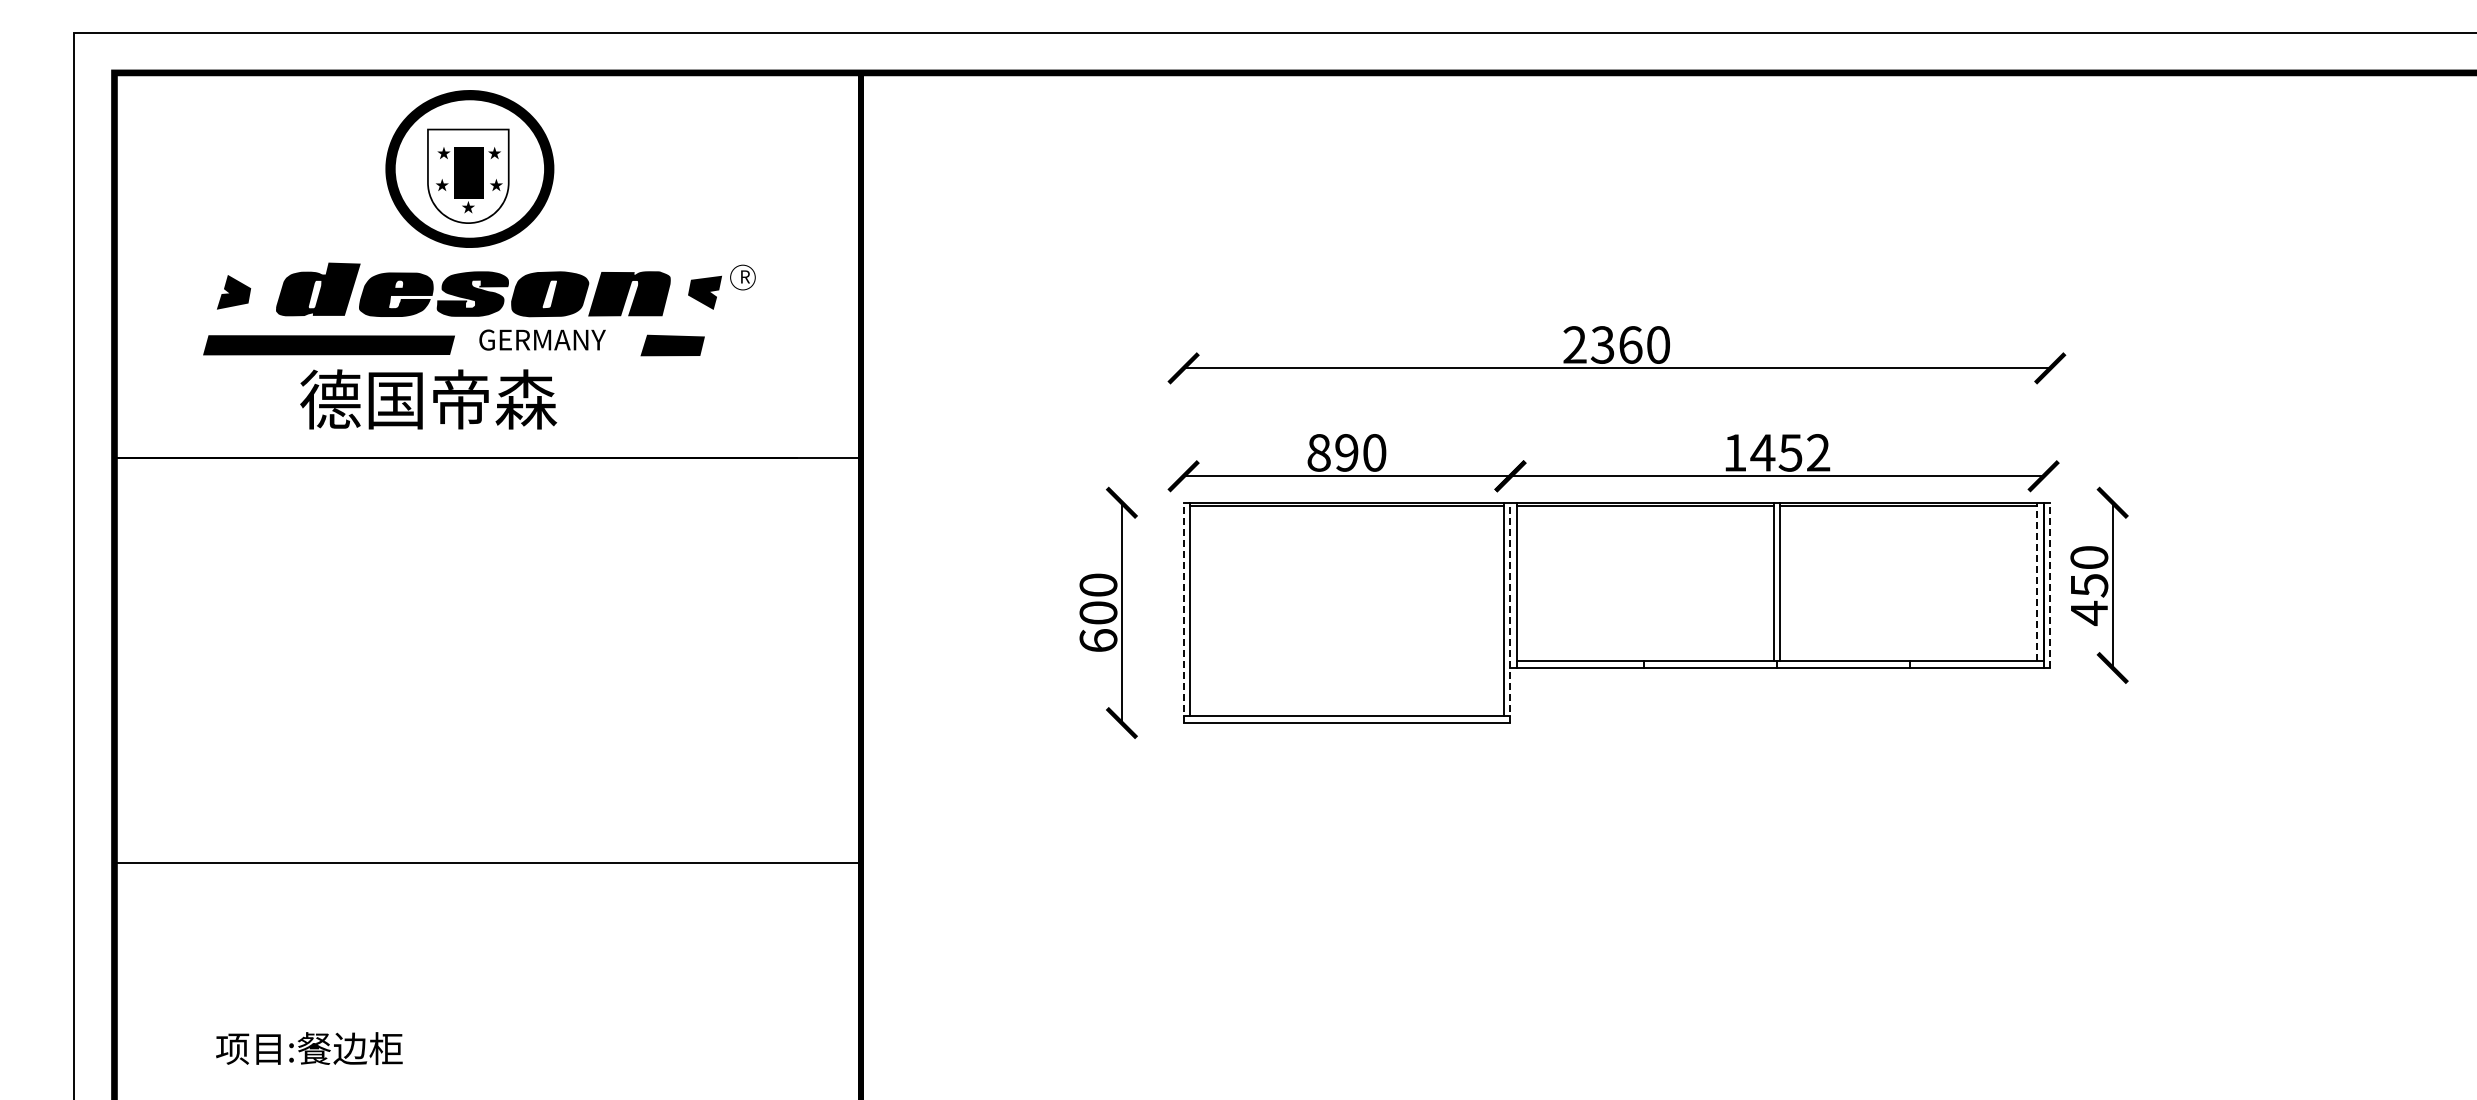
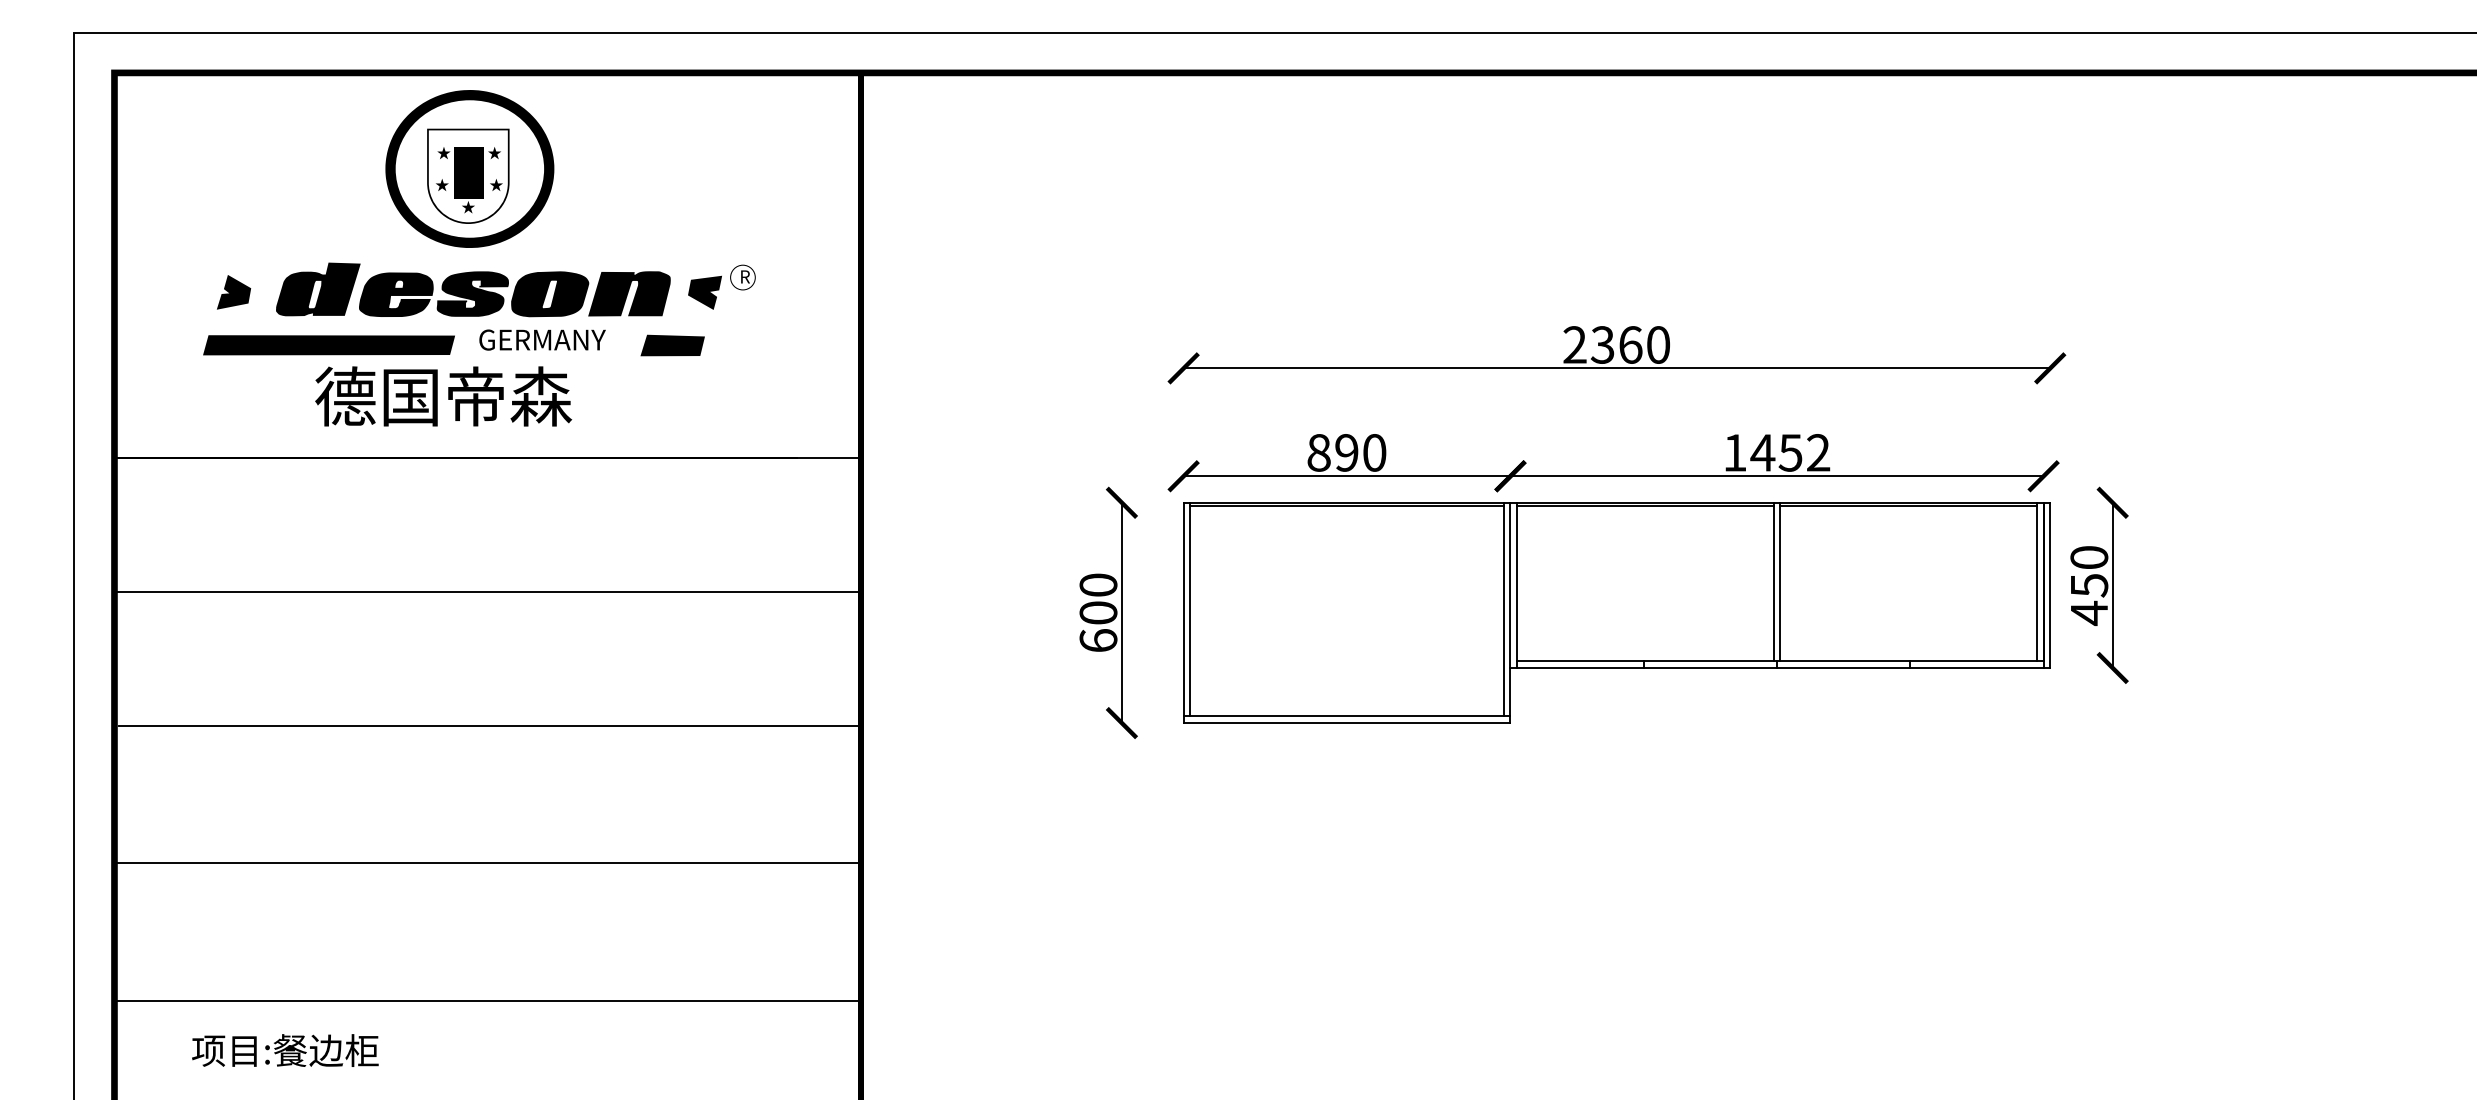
text at (428, 399) position: (428, 399) -> (443, 396)
line at (2037, 581): dashed -> solid
line at (2050, 585): dashed -> solid
line at (487, 592): none -> present
line at (1183, 612): dashed -> solid
line at (1510, 612): dashed -> solid
line at (489, 725): none -> present
line at (487, 1000): none -> present
text at (309, 1048) position: (309, 1048) -> (285, 1050)
